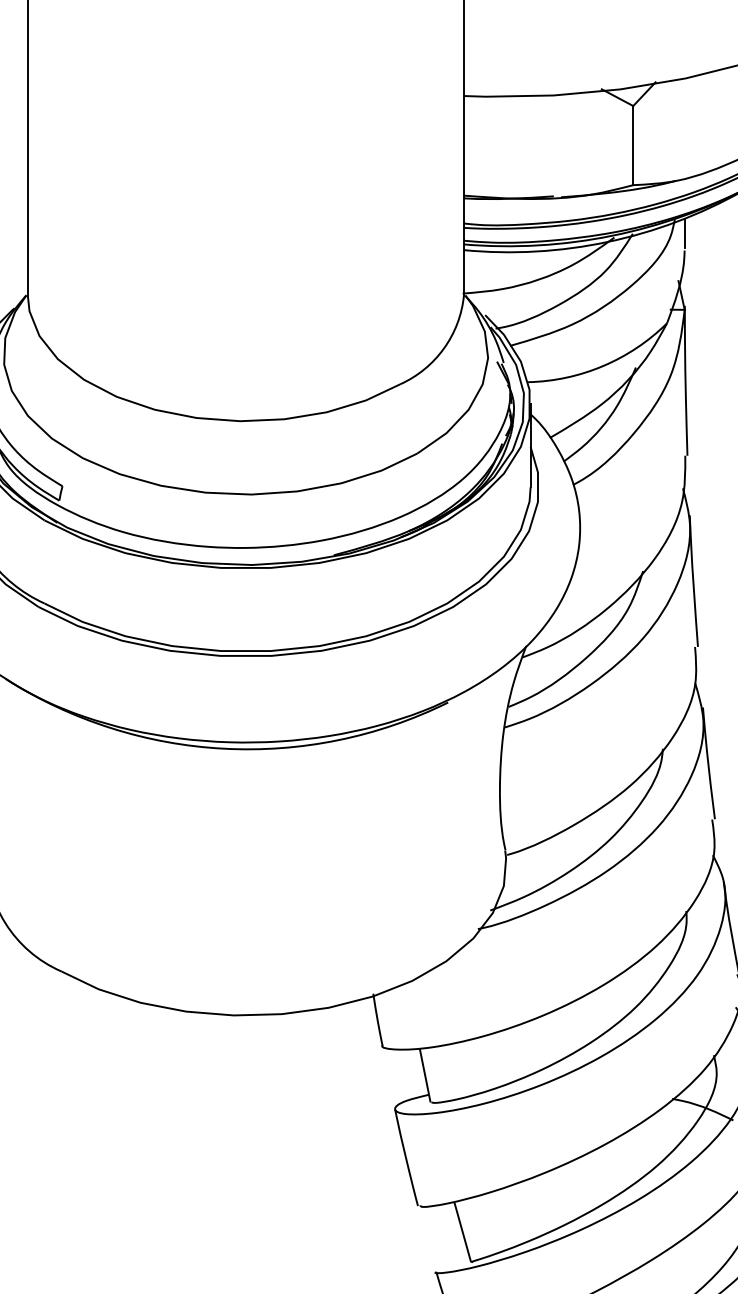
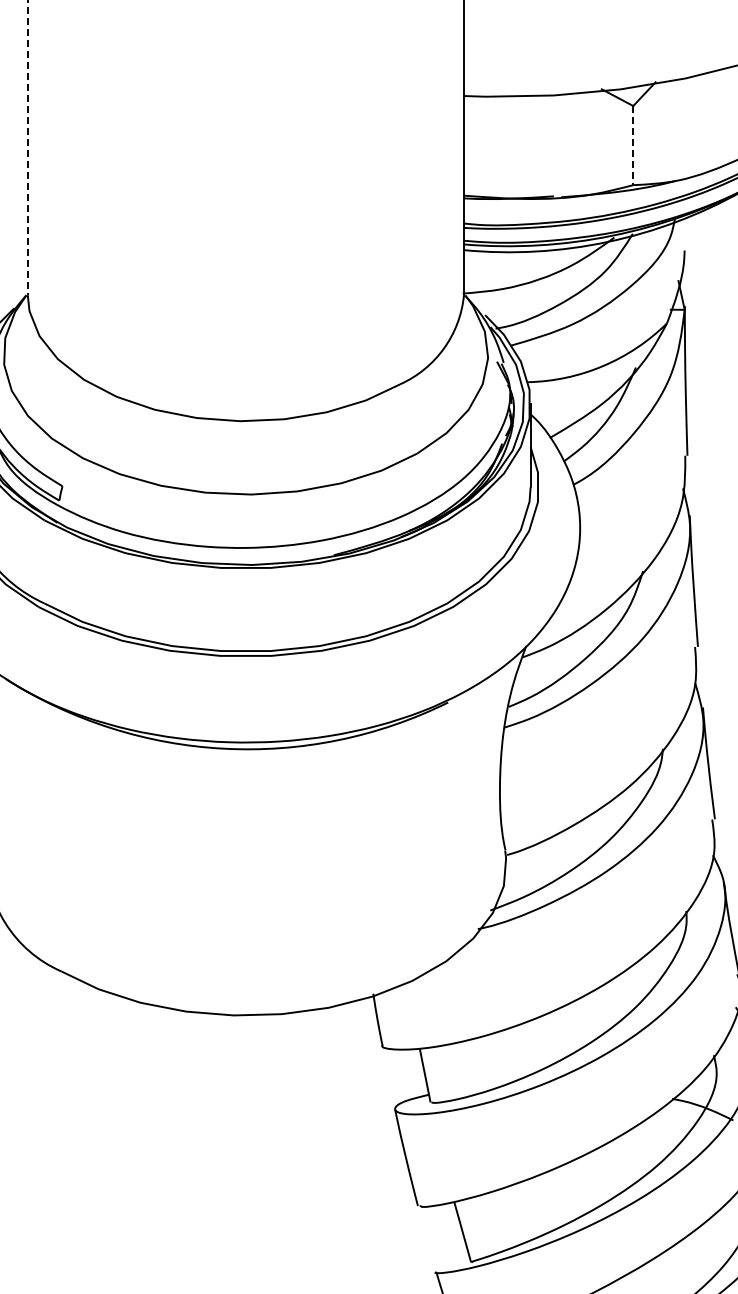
line at (633, 145): solid -> dashed
line at (27, 148): solid -> dashed
line at (684, 233): present -> none
